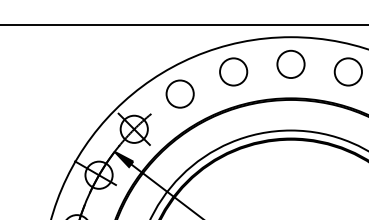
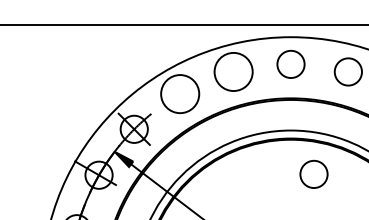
circle at (233, 71) diameter: 27 px -> 38 px
circle at (179, 93) diameter: 27 px -> 38 px
circle at (313, 173): none -> present
